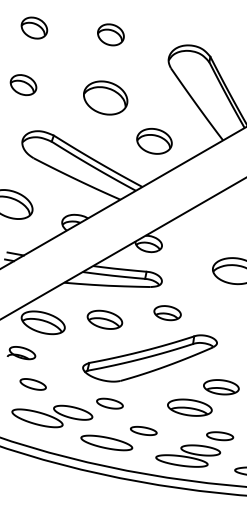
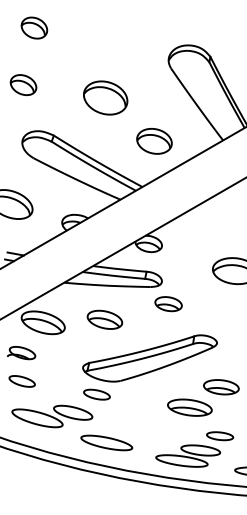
part at (110, 34): present -> none
part at (167, 313) position: (167, 313) -> (168, 304)
part at (32, 384) position: (32, 384) -> (21, 381)
part at (109, 403) position: (109, 403) -> (96, 394)
part at (143, 430): present -> none
